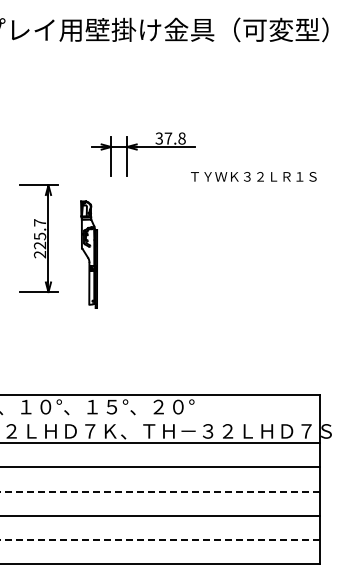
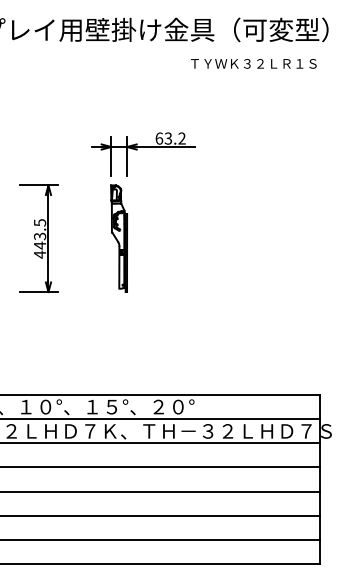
text at (170, 138): 37.8 -> 63.2
text at (253, 176) position: (253, 176) -> (253, 63)
text at (39, 238): 225.7 -> 443.5
part at (88, 254) position: (88, 254) -> (118, 238)
line at (160, 419): none -> present
line at (160, 491): dashed -> solid
line at (160, 539): dashed -> solid
